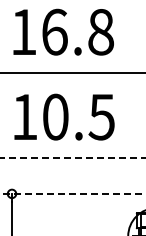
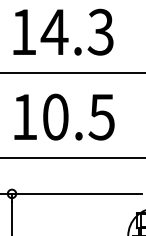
text at (76, 31): 16.8 -> 14.3
line at (72, 157): dashed -> solid
line at (71, 193): dashed -> solid
